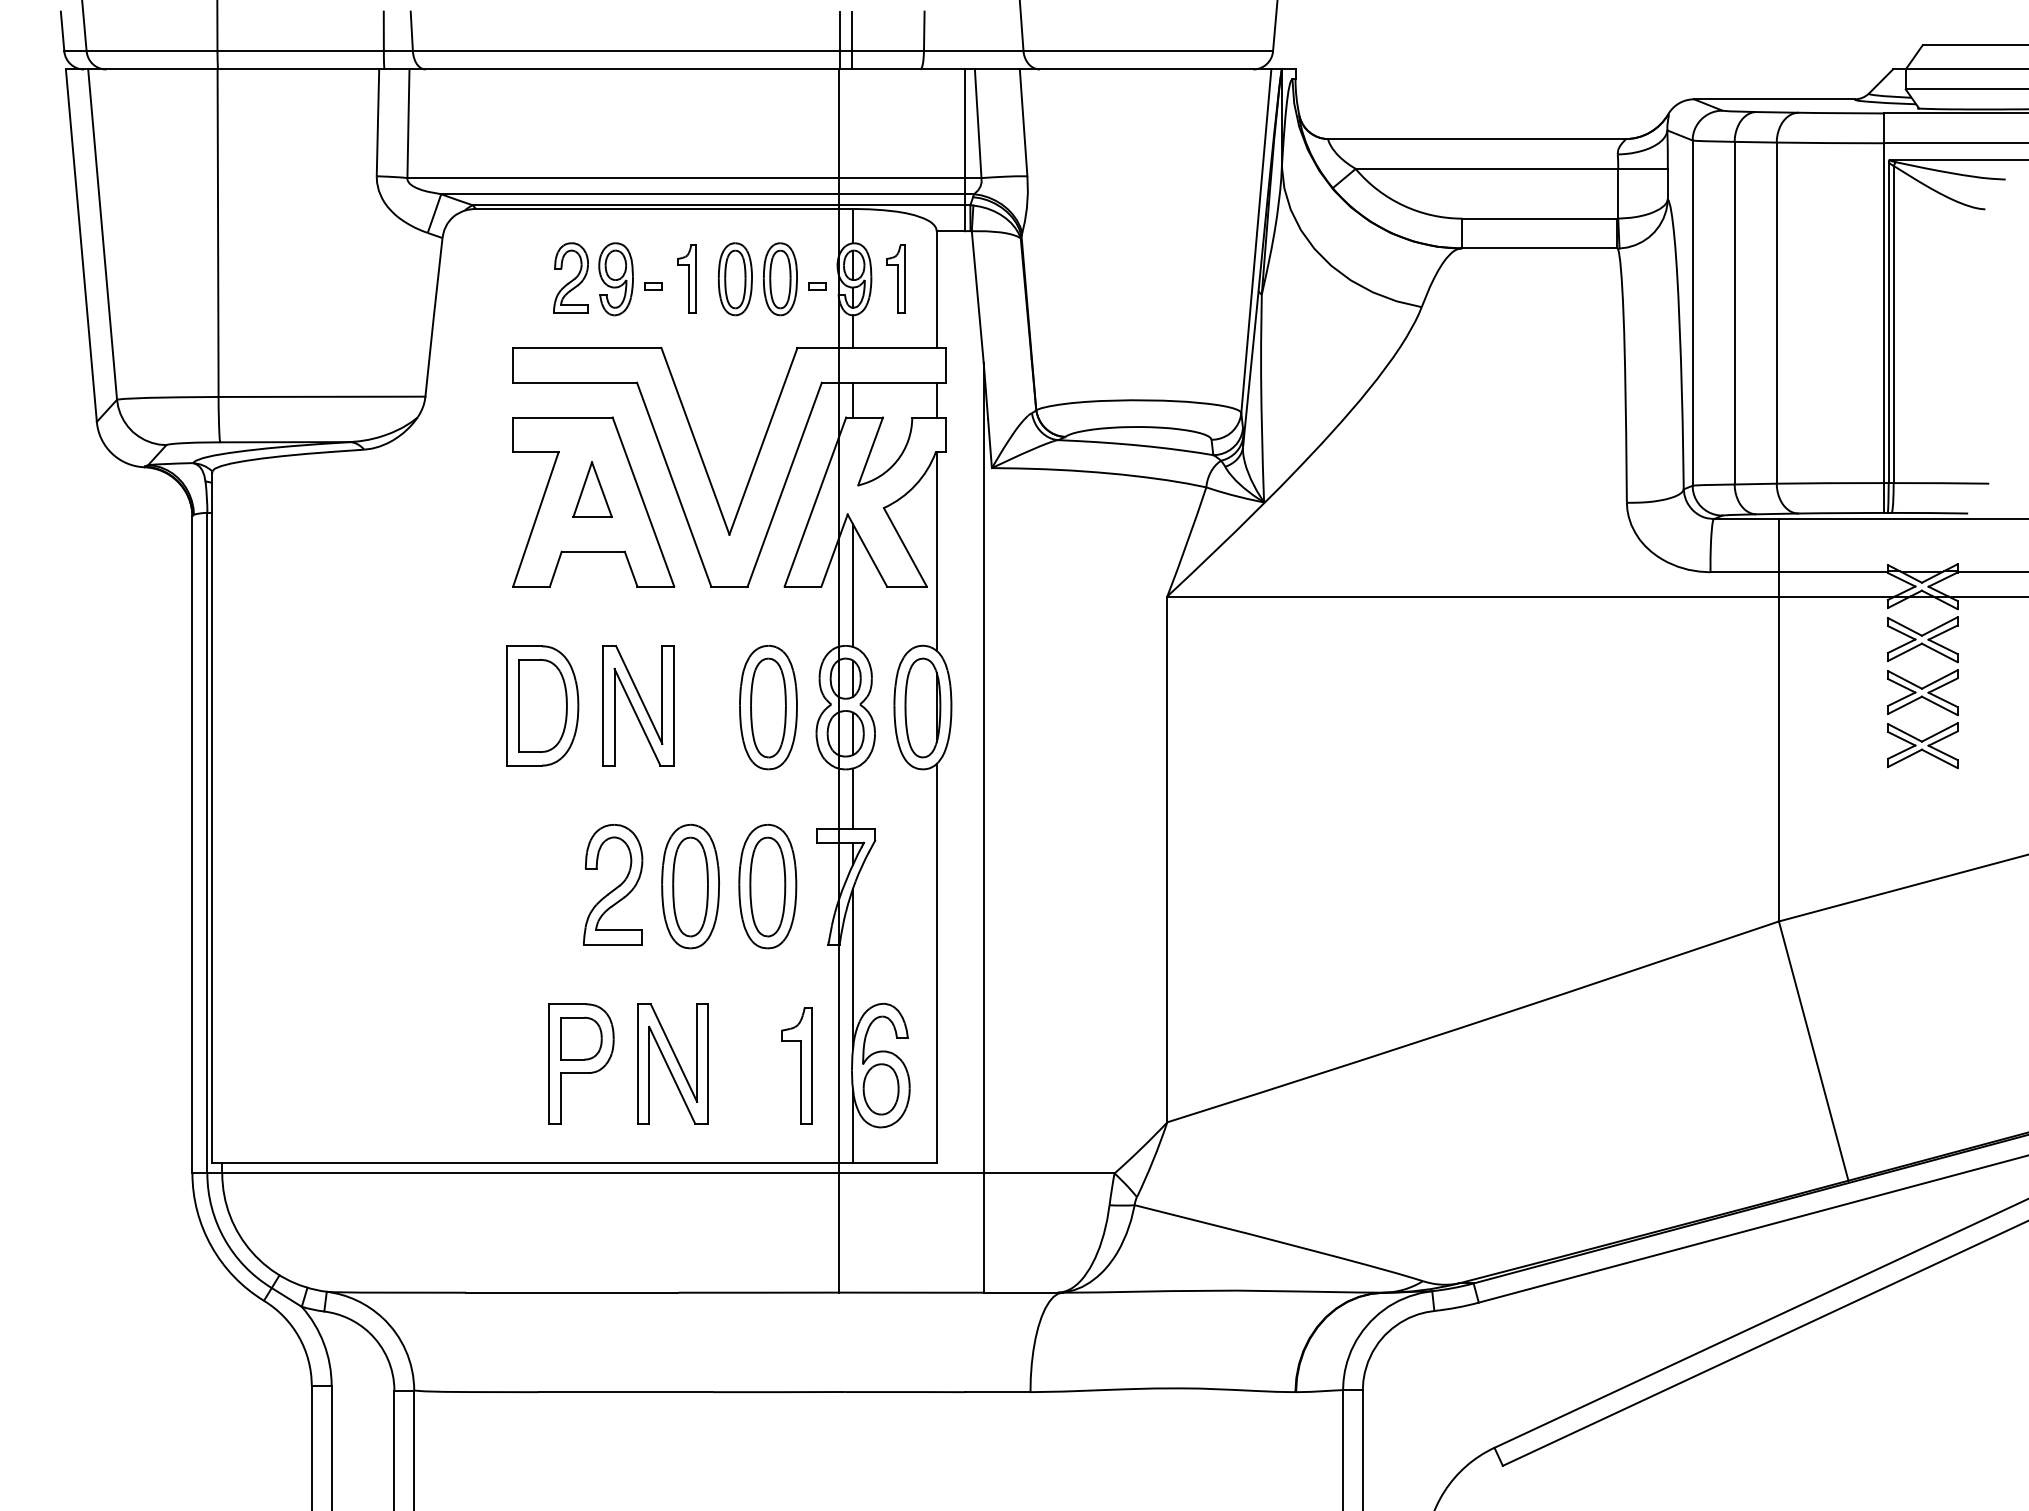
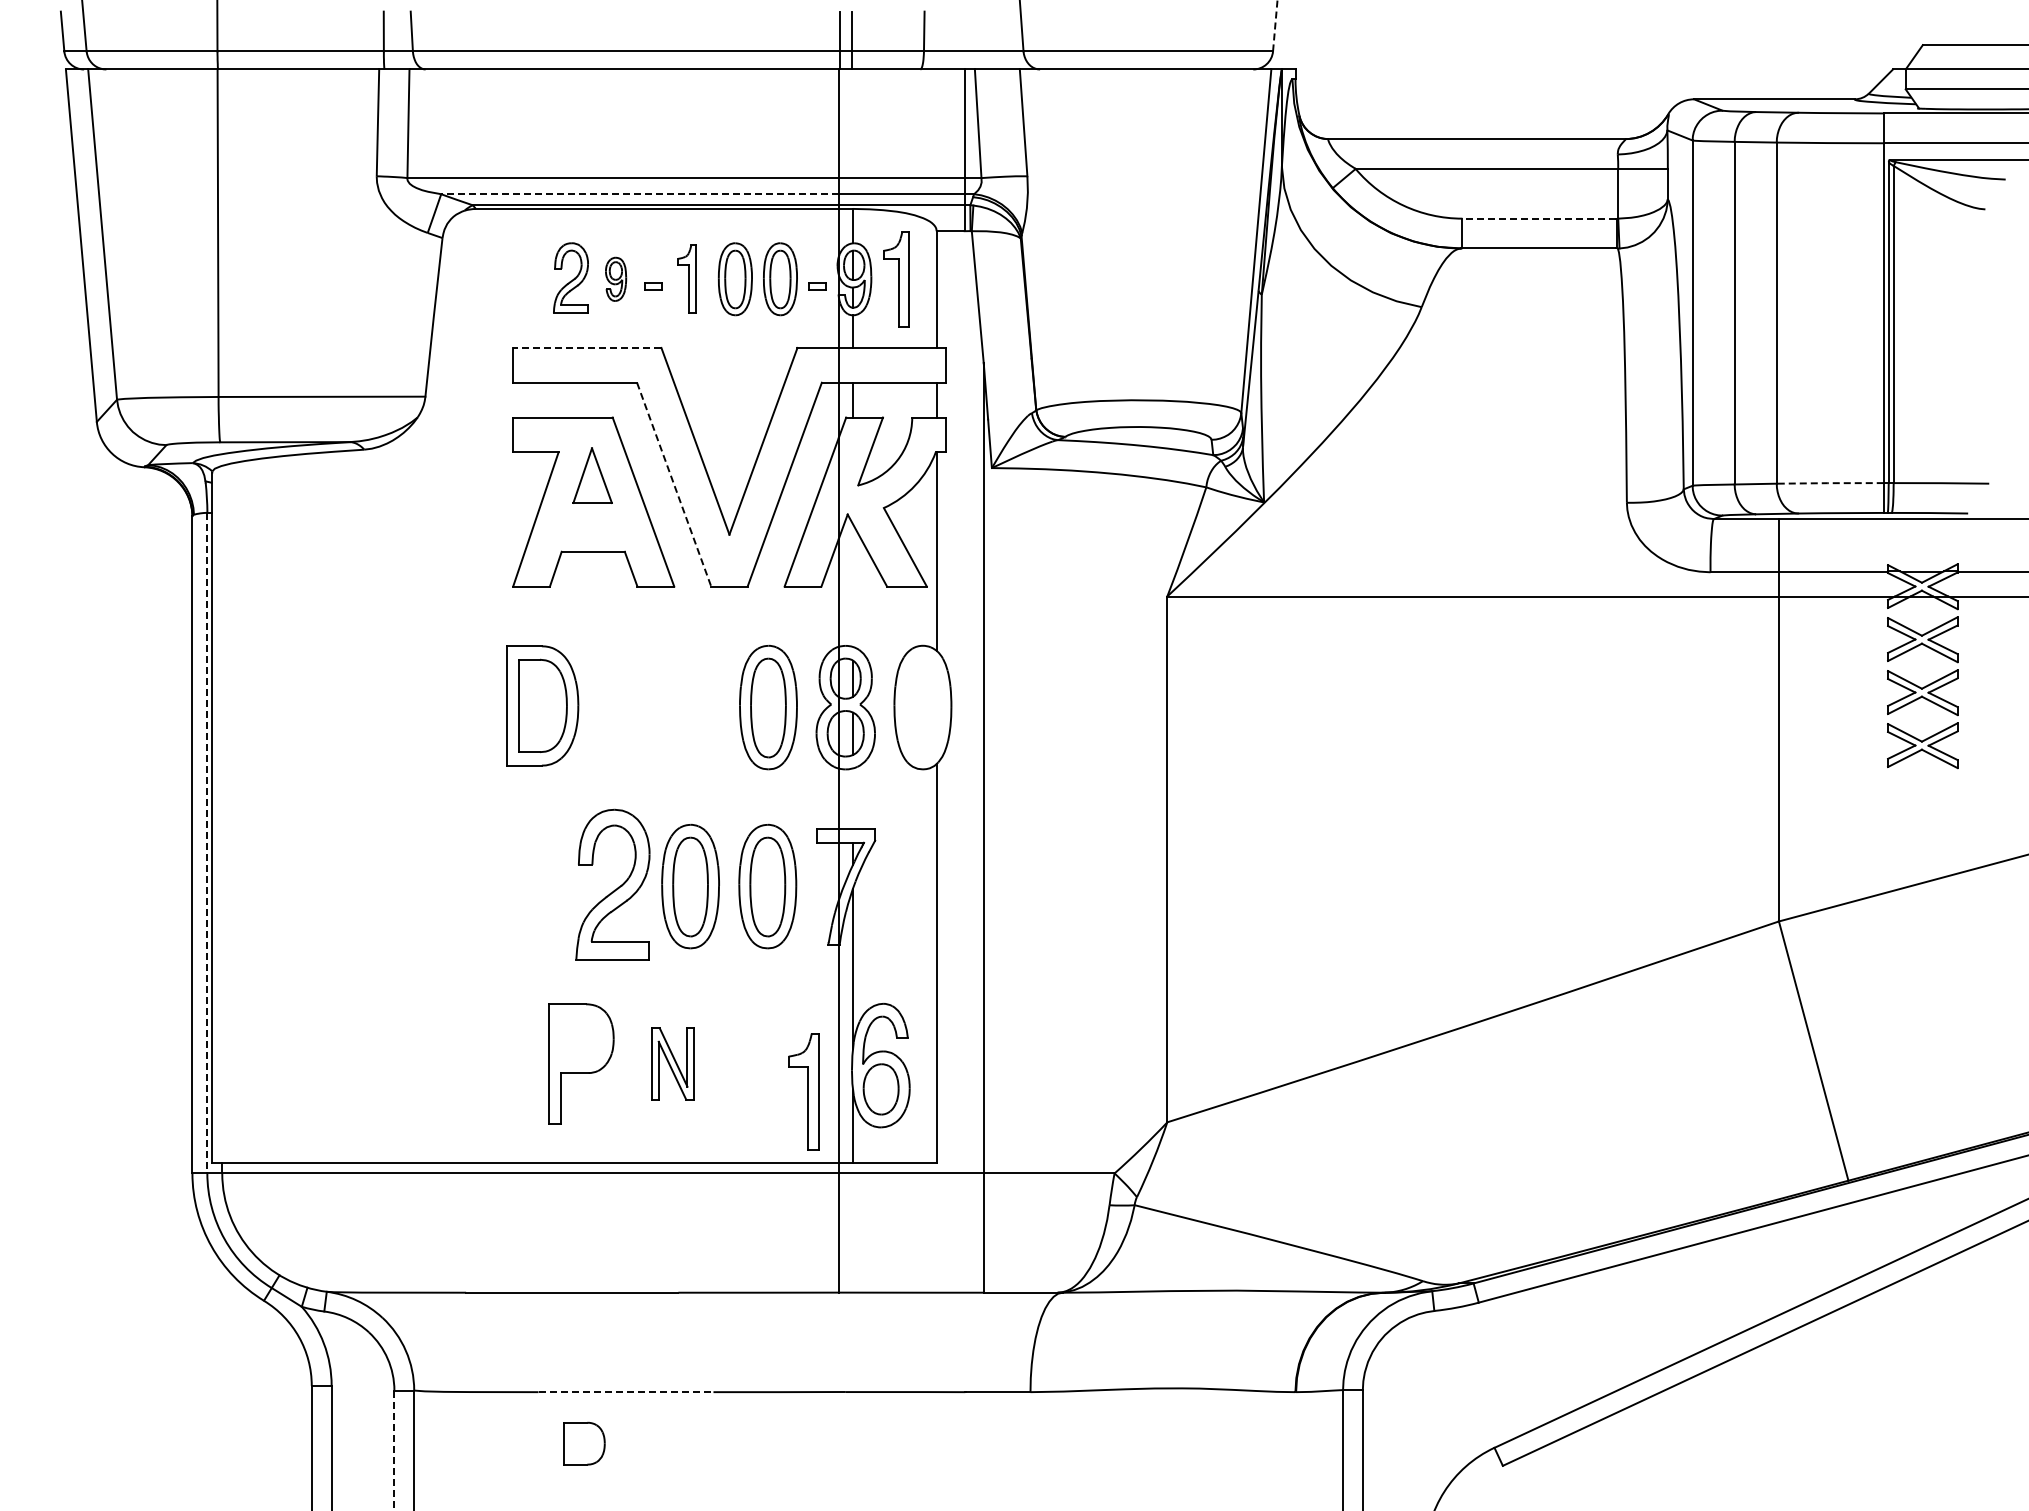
line at (1275, 25): solid -> dashed
line at (640, 194): solid -> dashed
line at (1539, 218): solid -> dashed
part at (895, 278) size: 20x70 px -> 27x97 px
part at (615, 279) size: 36x75 px -> 23x46 px
line at (586, 347): solid -> dashed
line at (1829, 483): solid -> dashed
line at (674, 485): solid -> dashed
part at (592, 489) position: (592, 489) -> (592, 475)
line at (852, 585): present -> none
part at (638, 705): present -> none
part at (922, 707): present -> none
line at (852, 798): present -> none
line at (207, 843): solid -> dashed
part at (613, 884) size: 61x122 px -> 76x153 px
part at (581, 1038) position: (581, 1038) -> (584, 1443)
part at (672, 1063) size: 72x122 px -> 44x74 px
part at (796, 1065) position: (796, 1065) -> (803, 1091)
line at (626, 1392): solid -> dashed
line at (394, 1450): solid -> dashed
